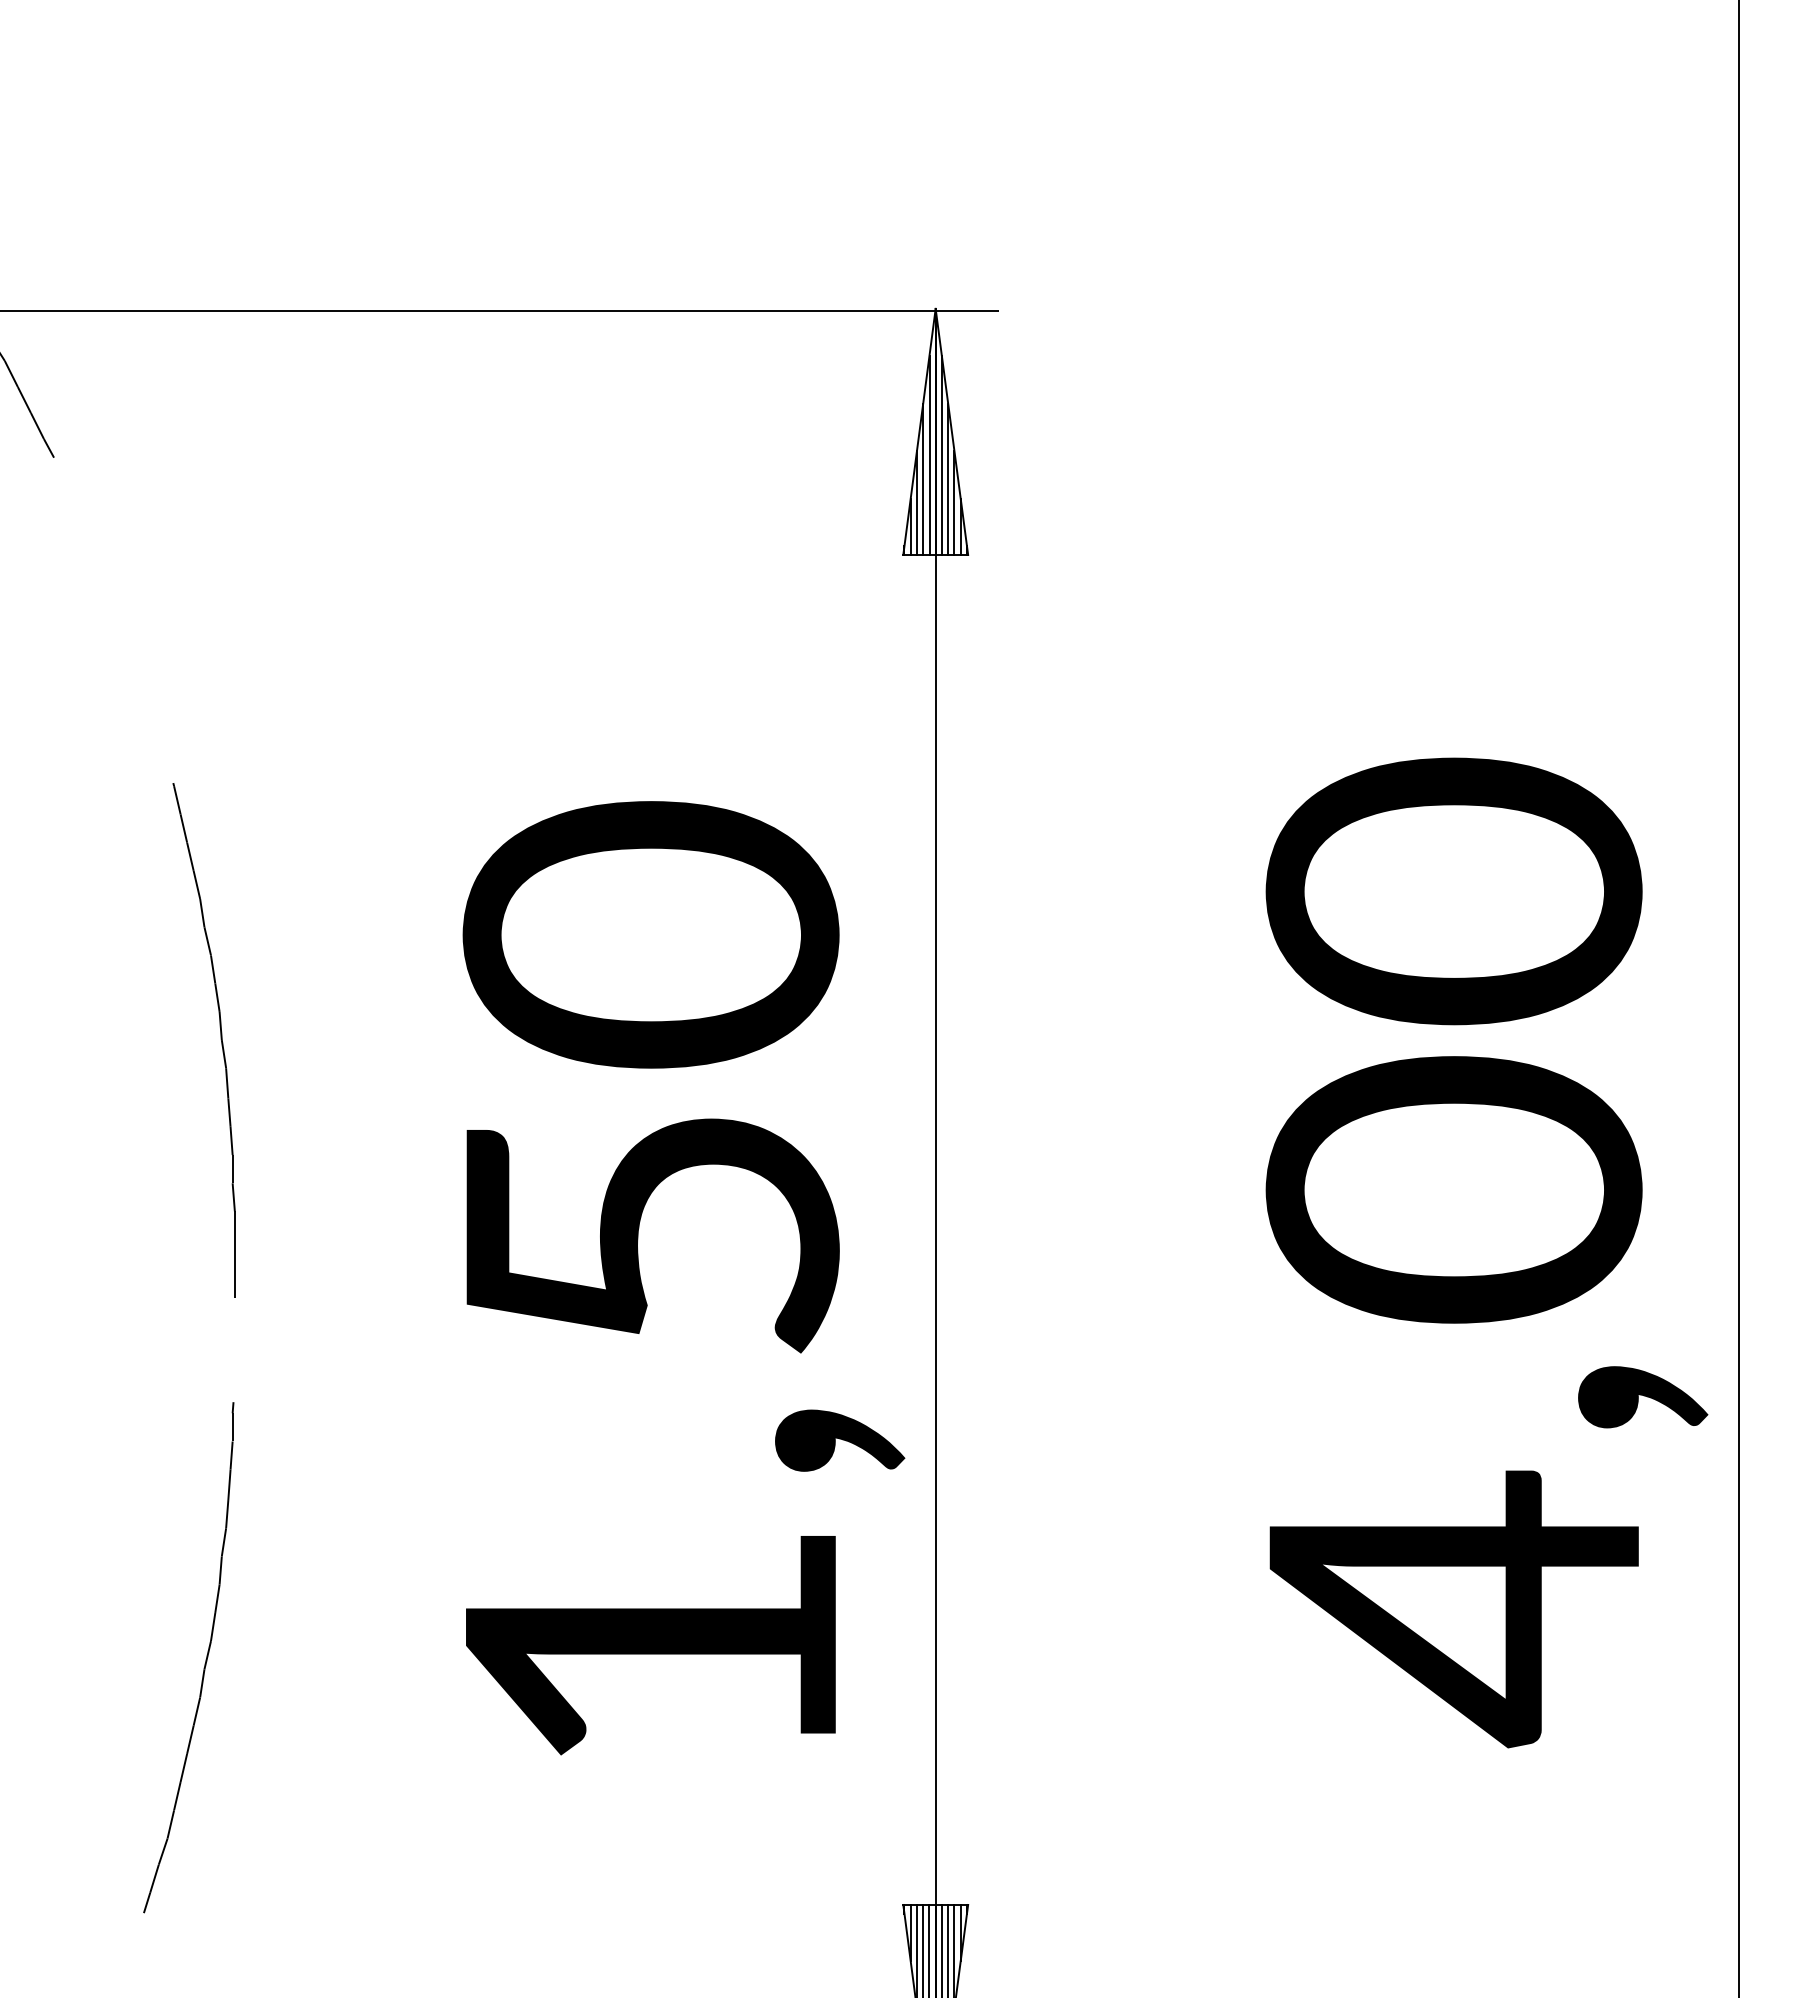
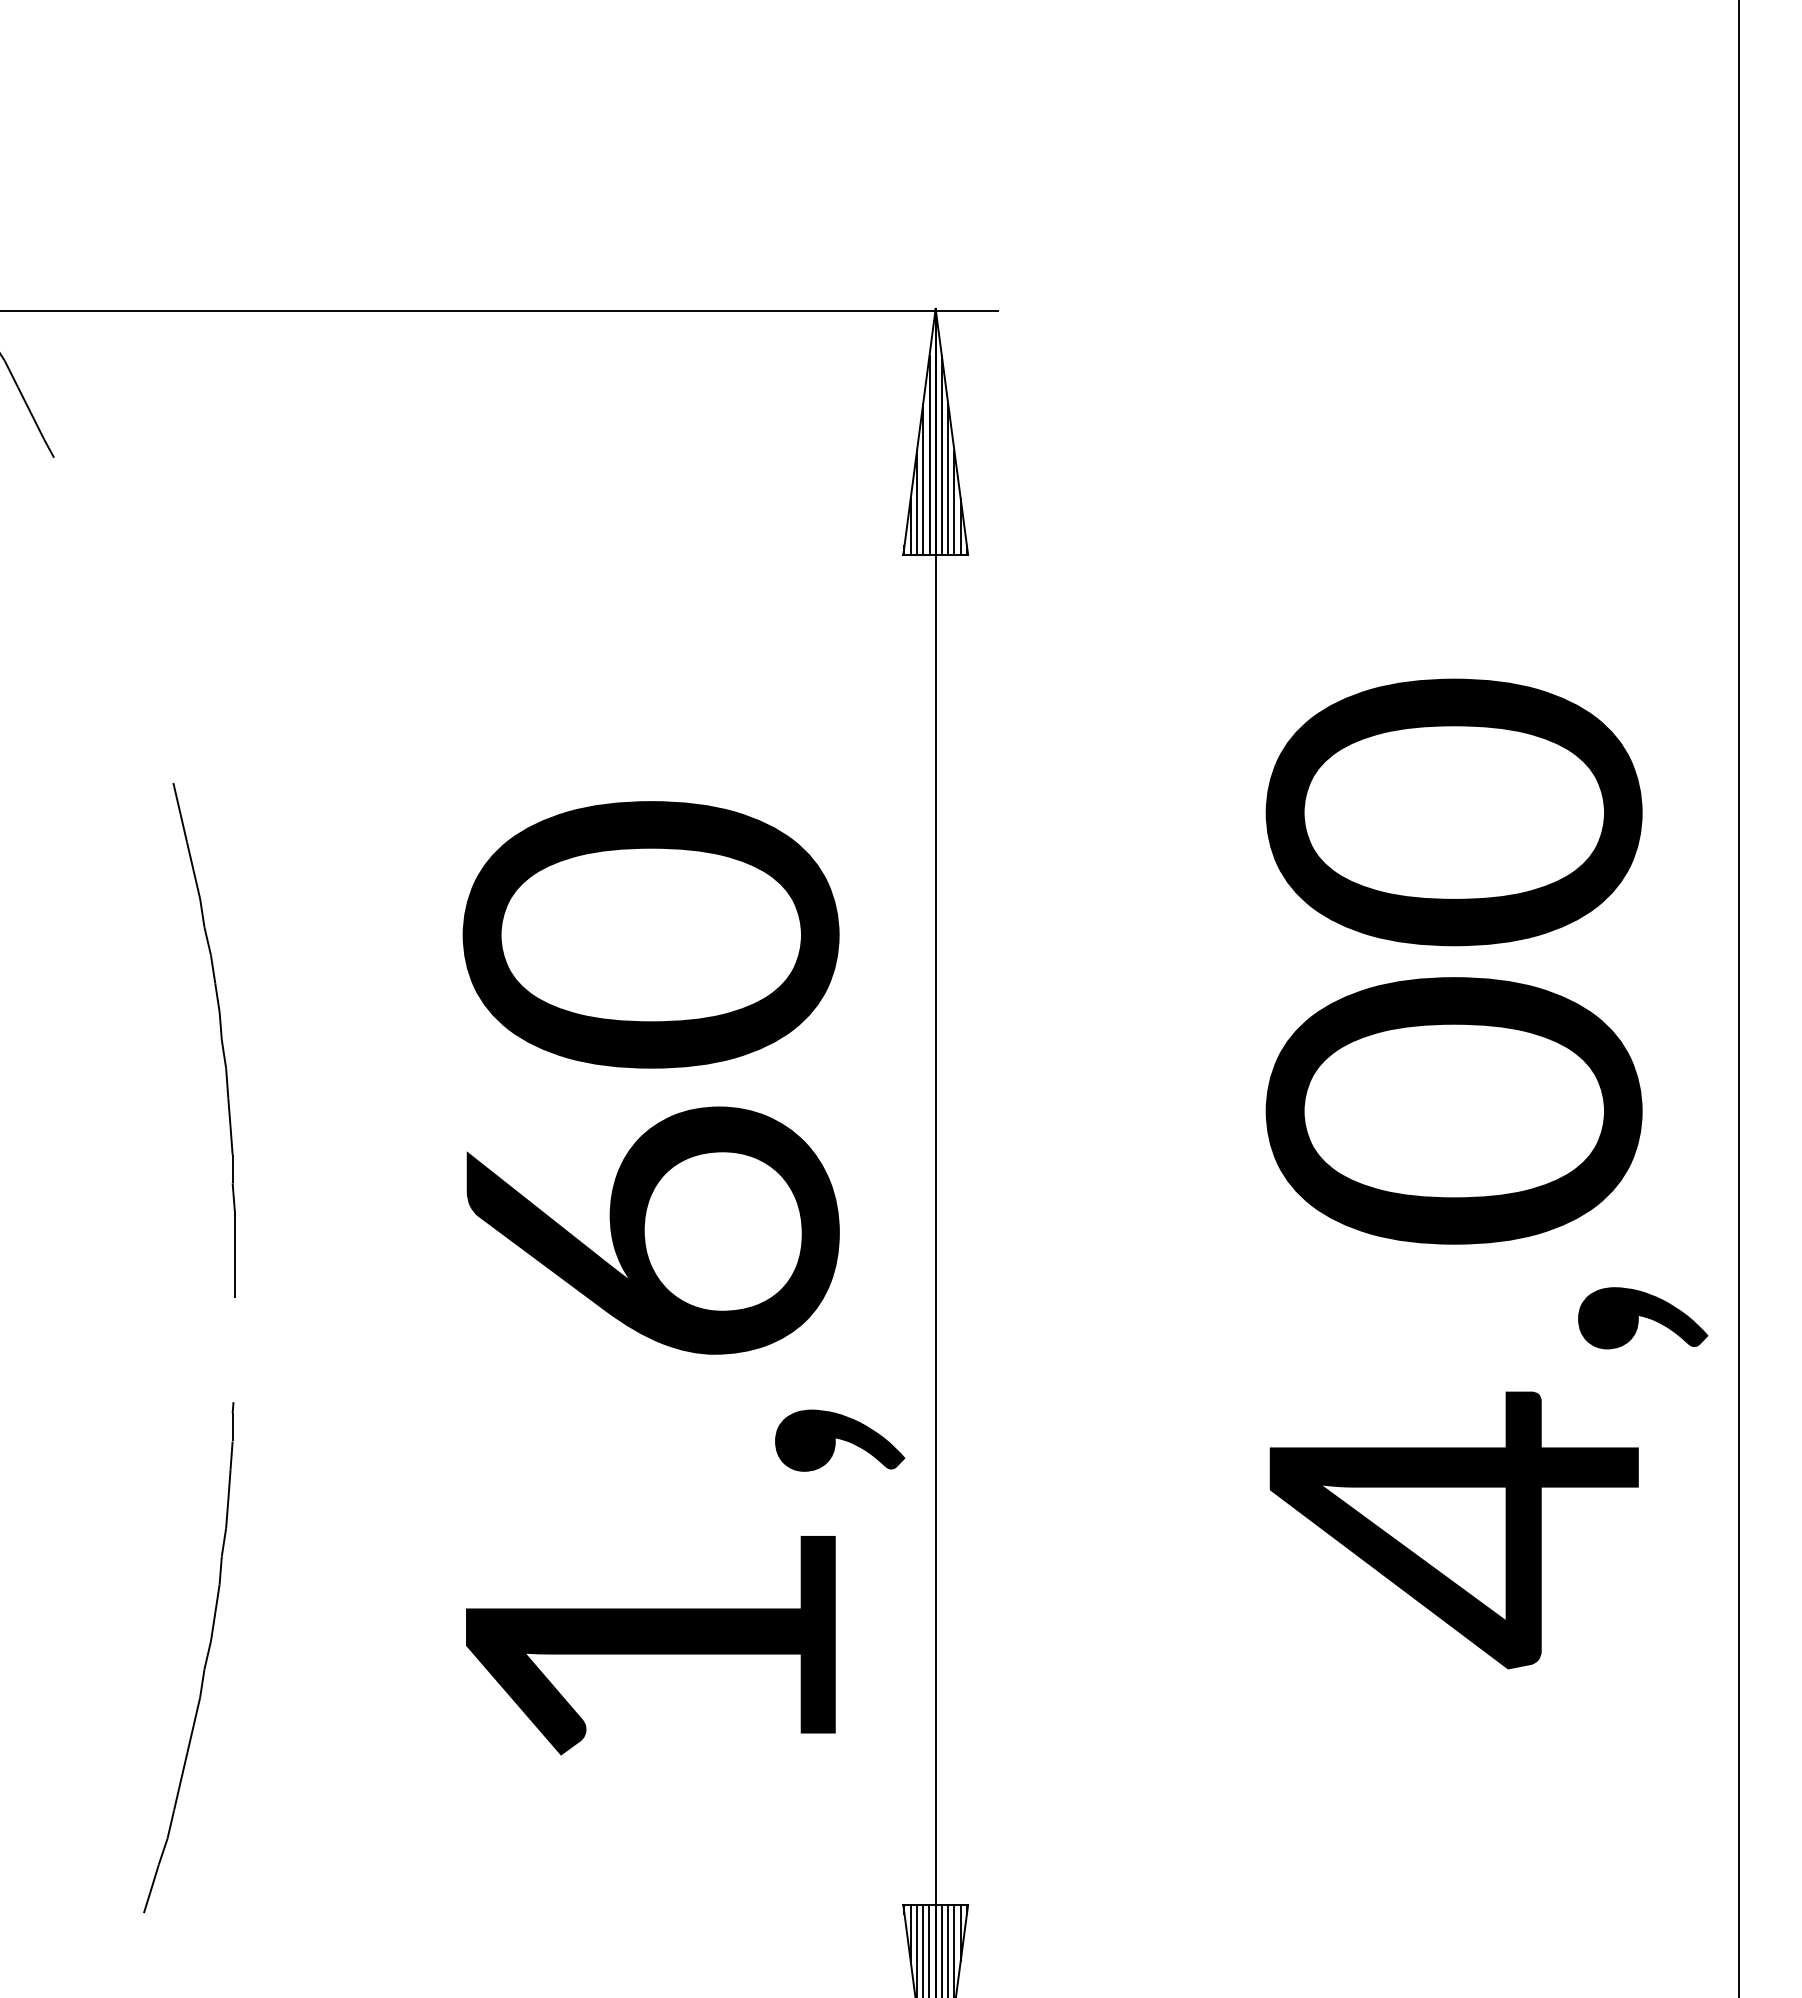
text at (652, 1230): 1,50 -> 1,60
text at (1486, 1252) position: (1486, 1252) -> (1486, 1173)
